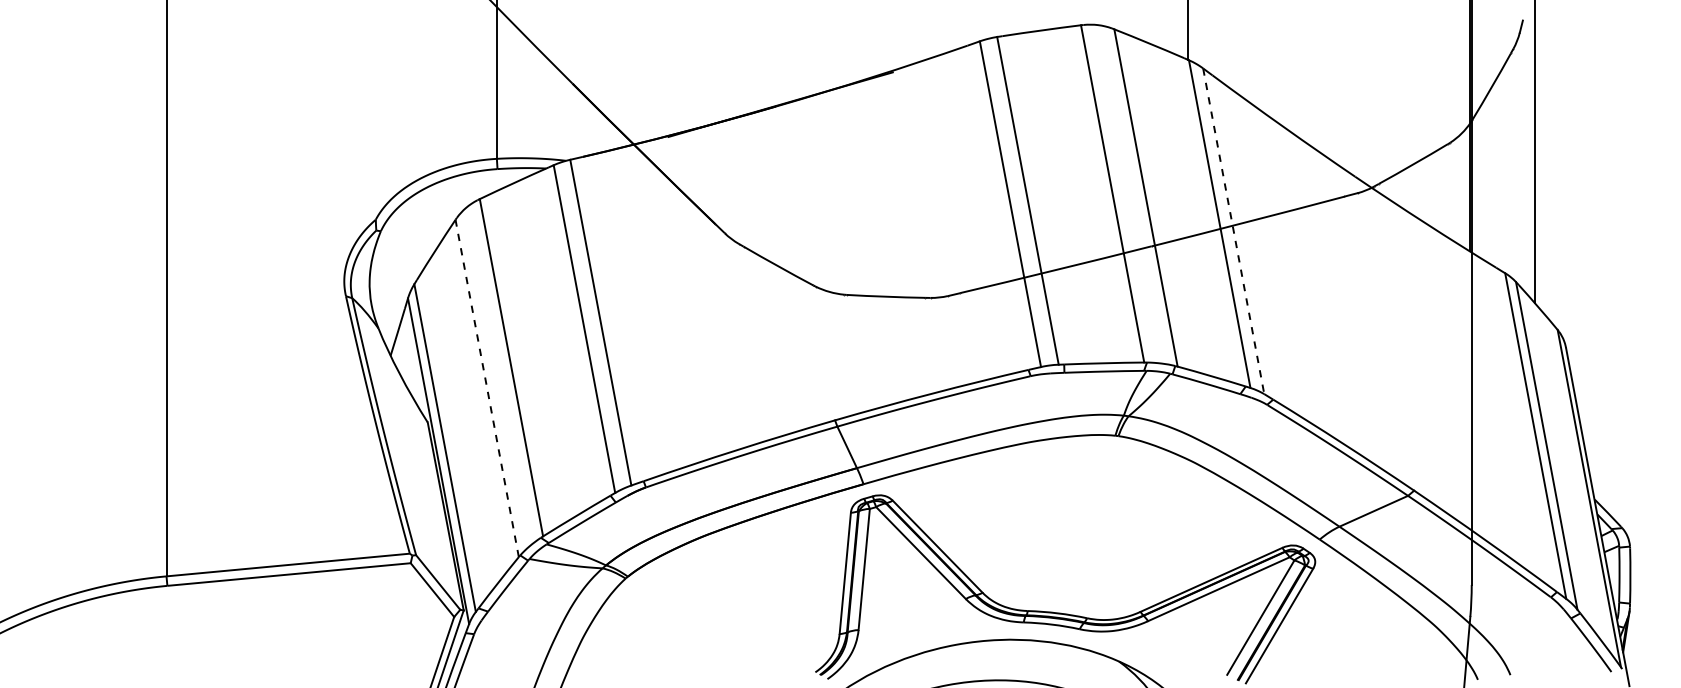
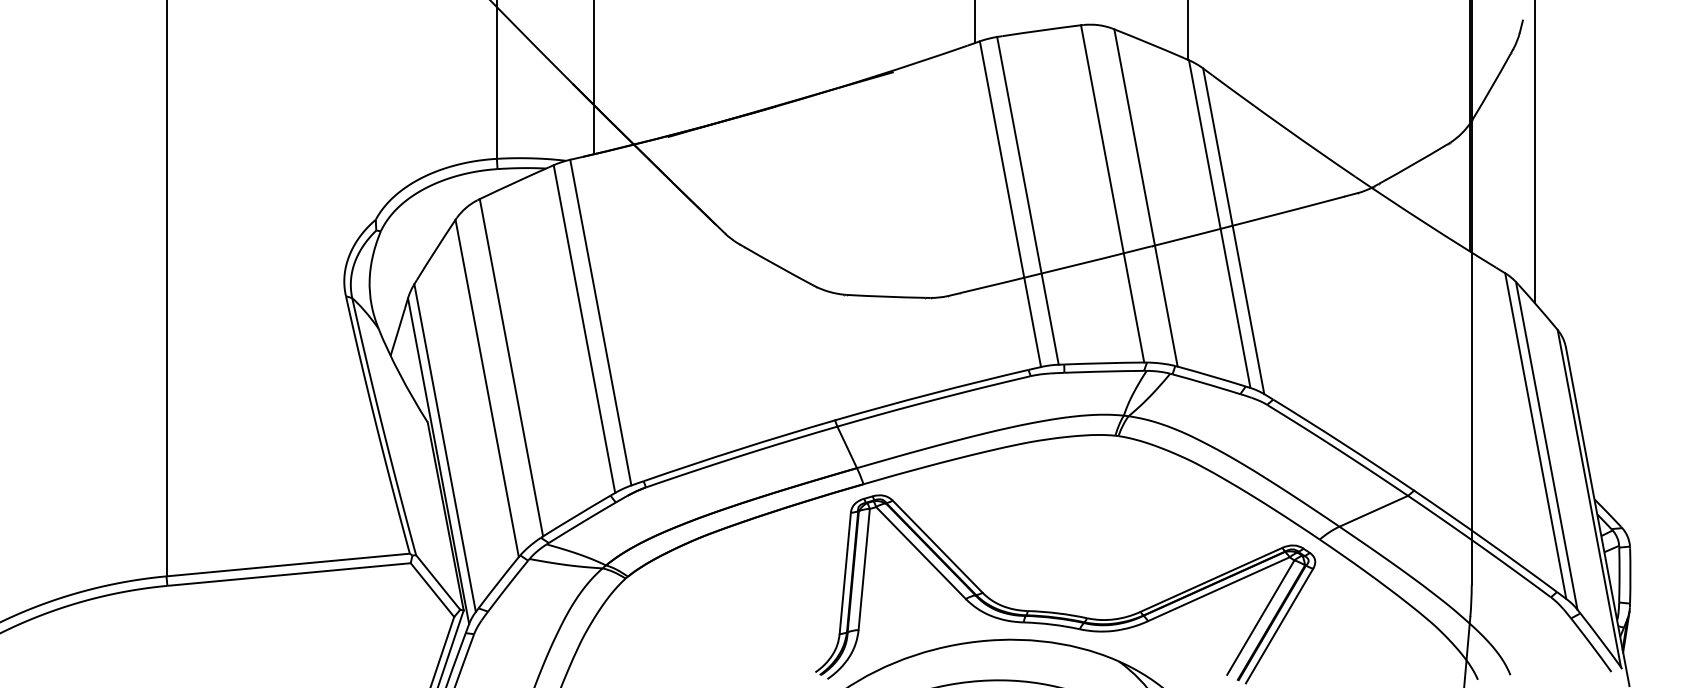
line at (975, 22): none -> present
line at (593, 78): none -> present
line at (1233, 231): dashed -> solid
line at (487, 388): dashed -> solid
